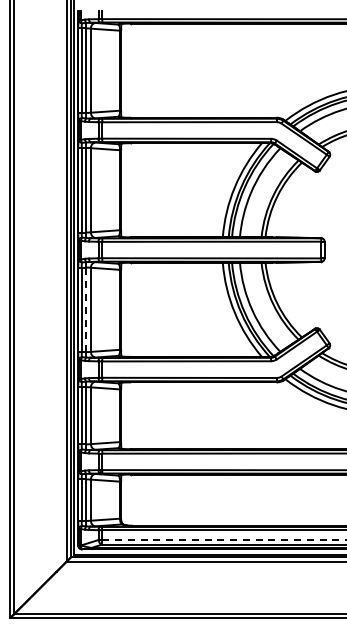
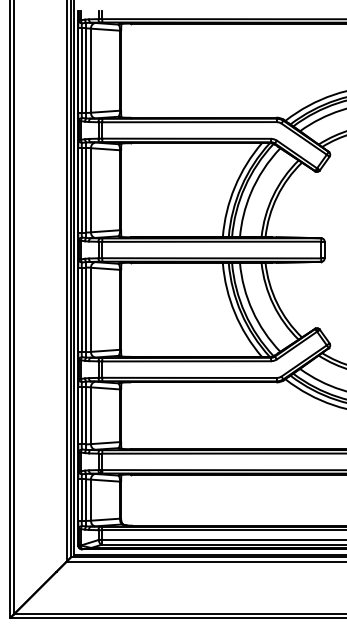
line at (86, 309): dashed -> solid
line at (224, 539): dashed -> solid
